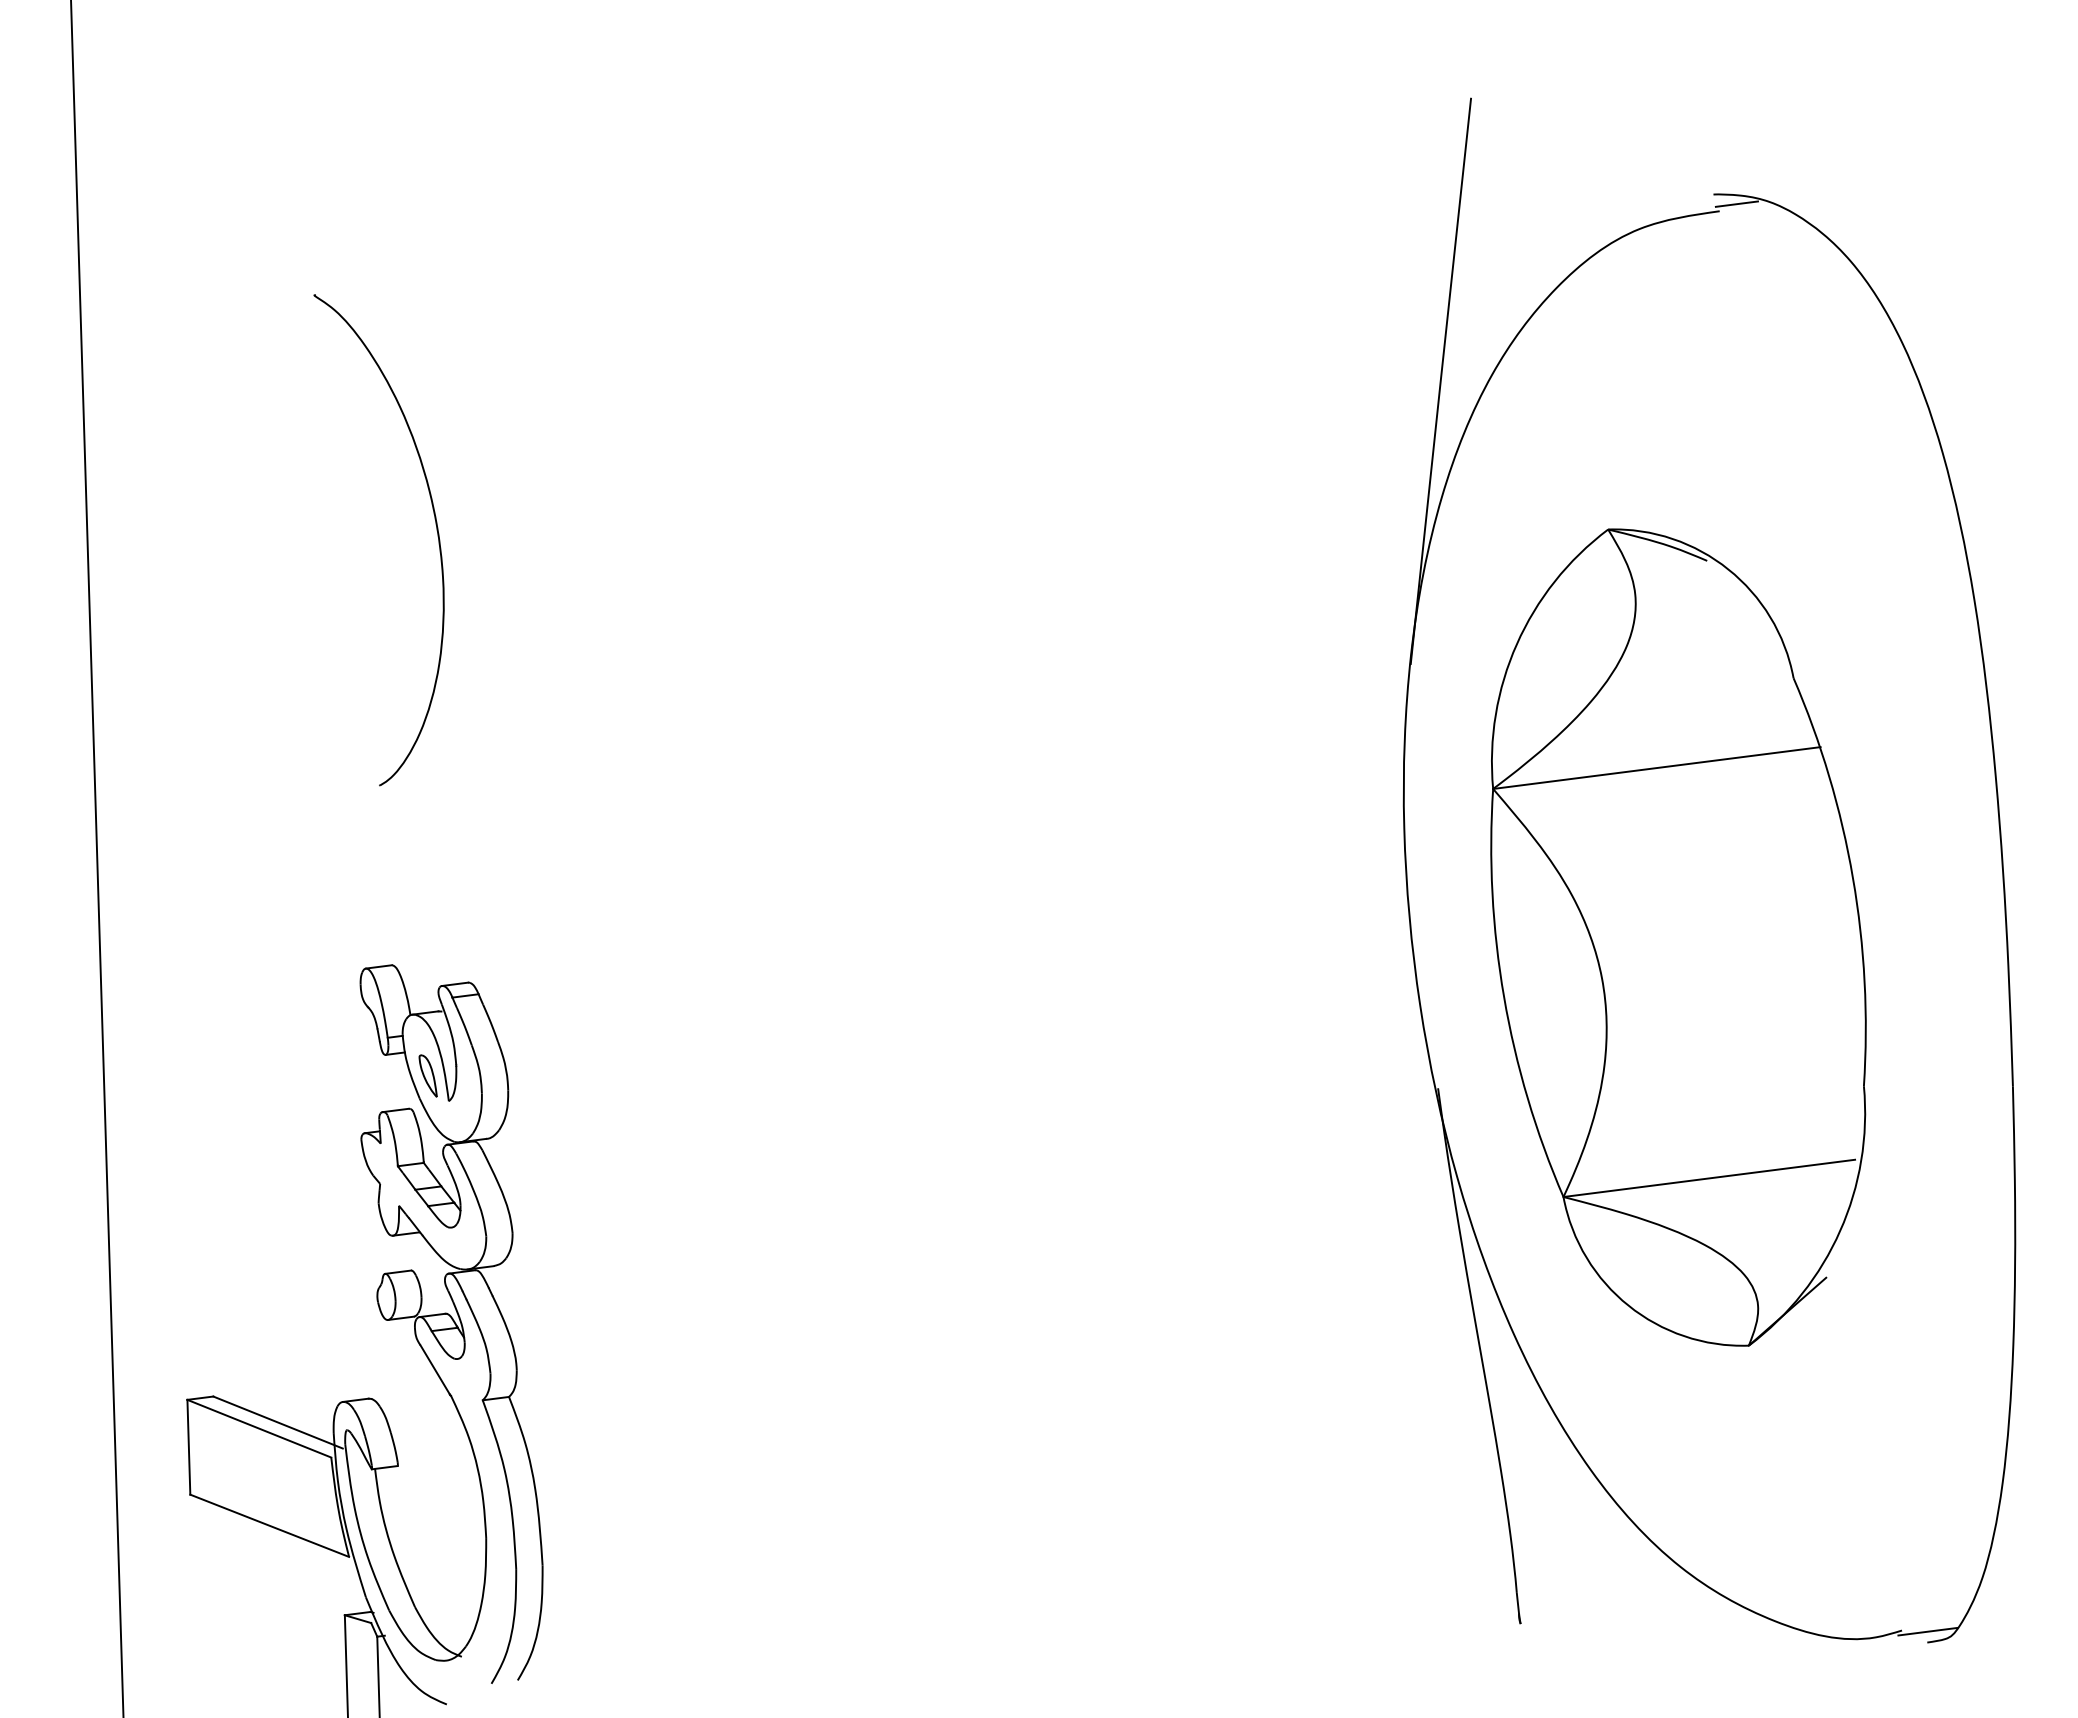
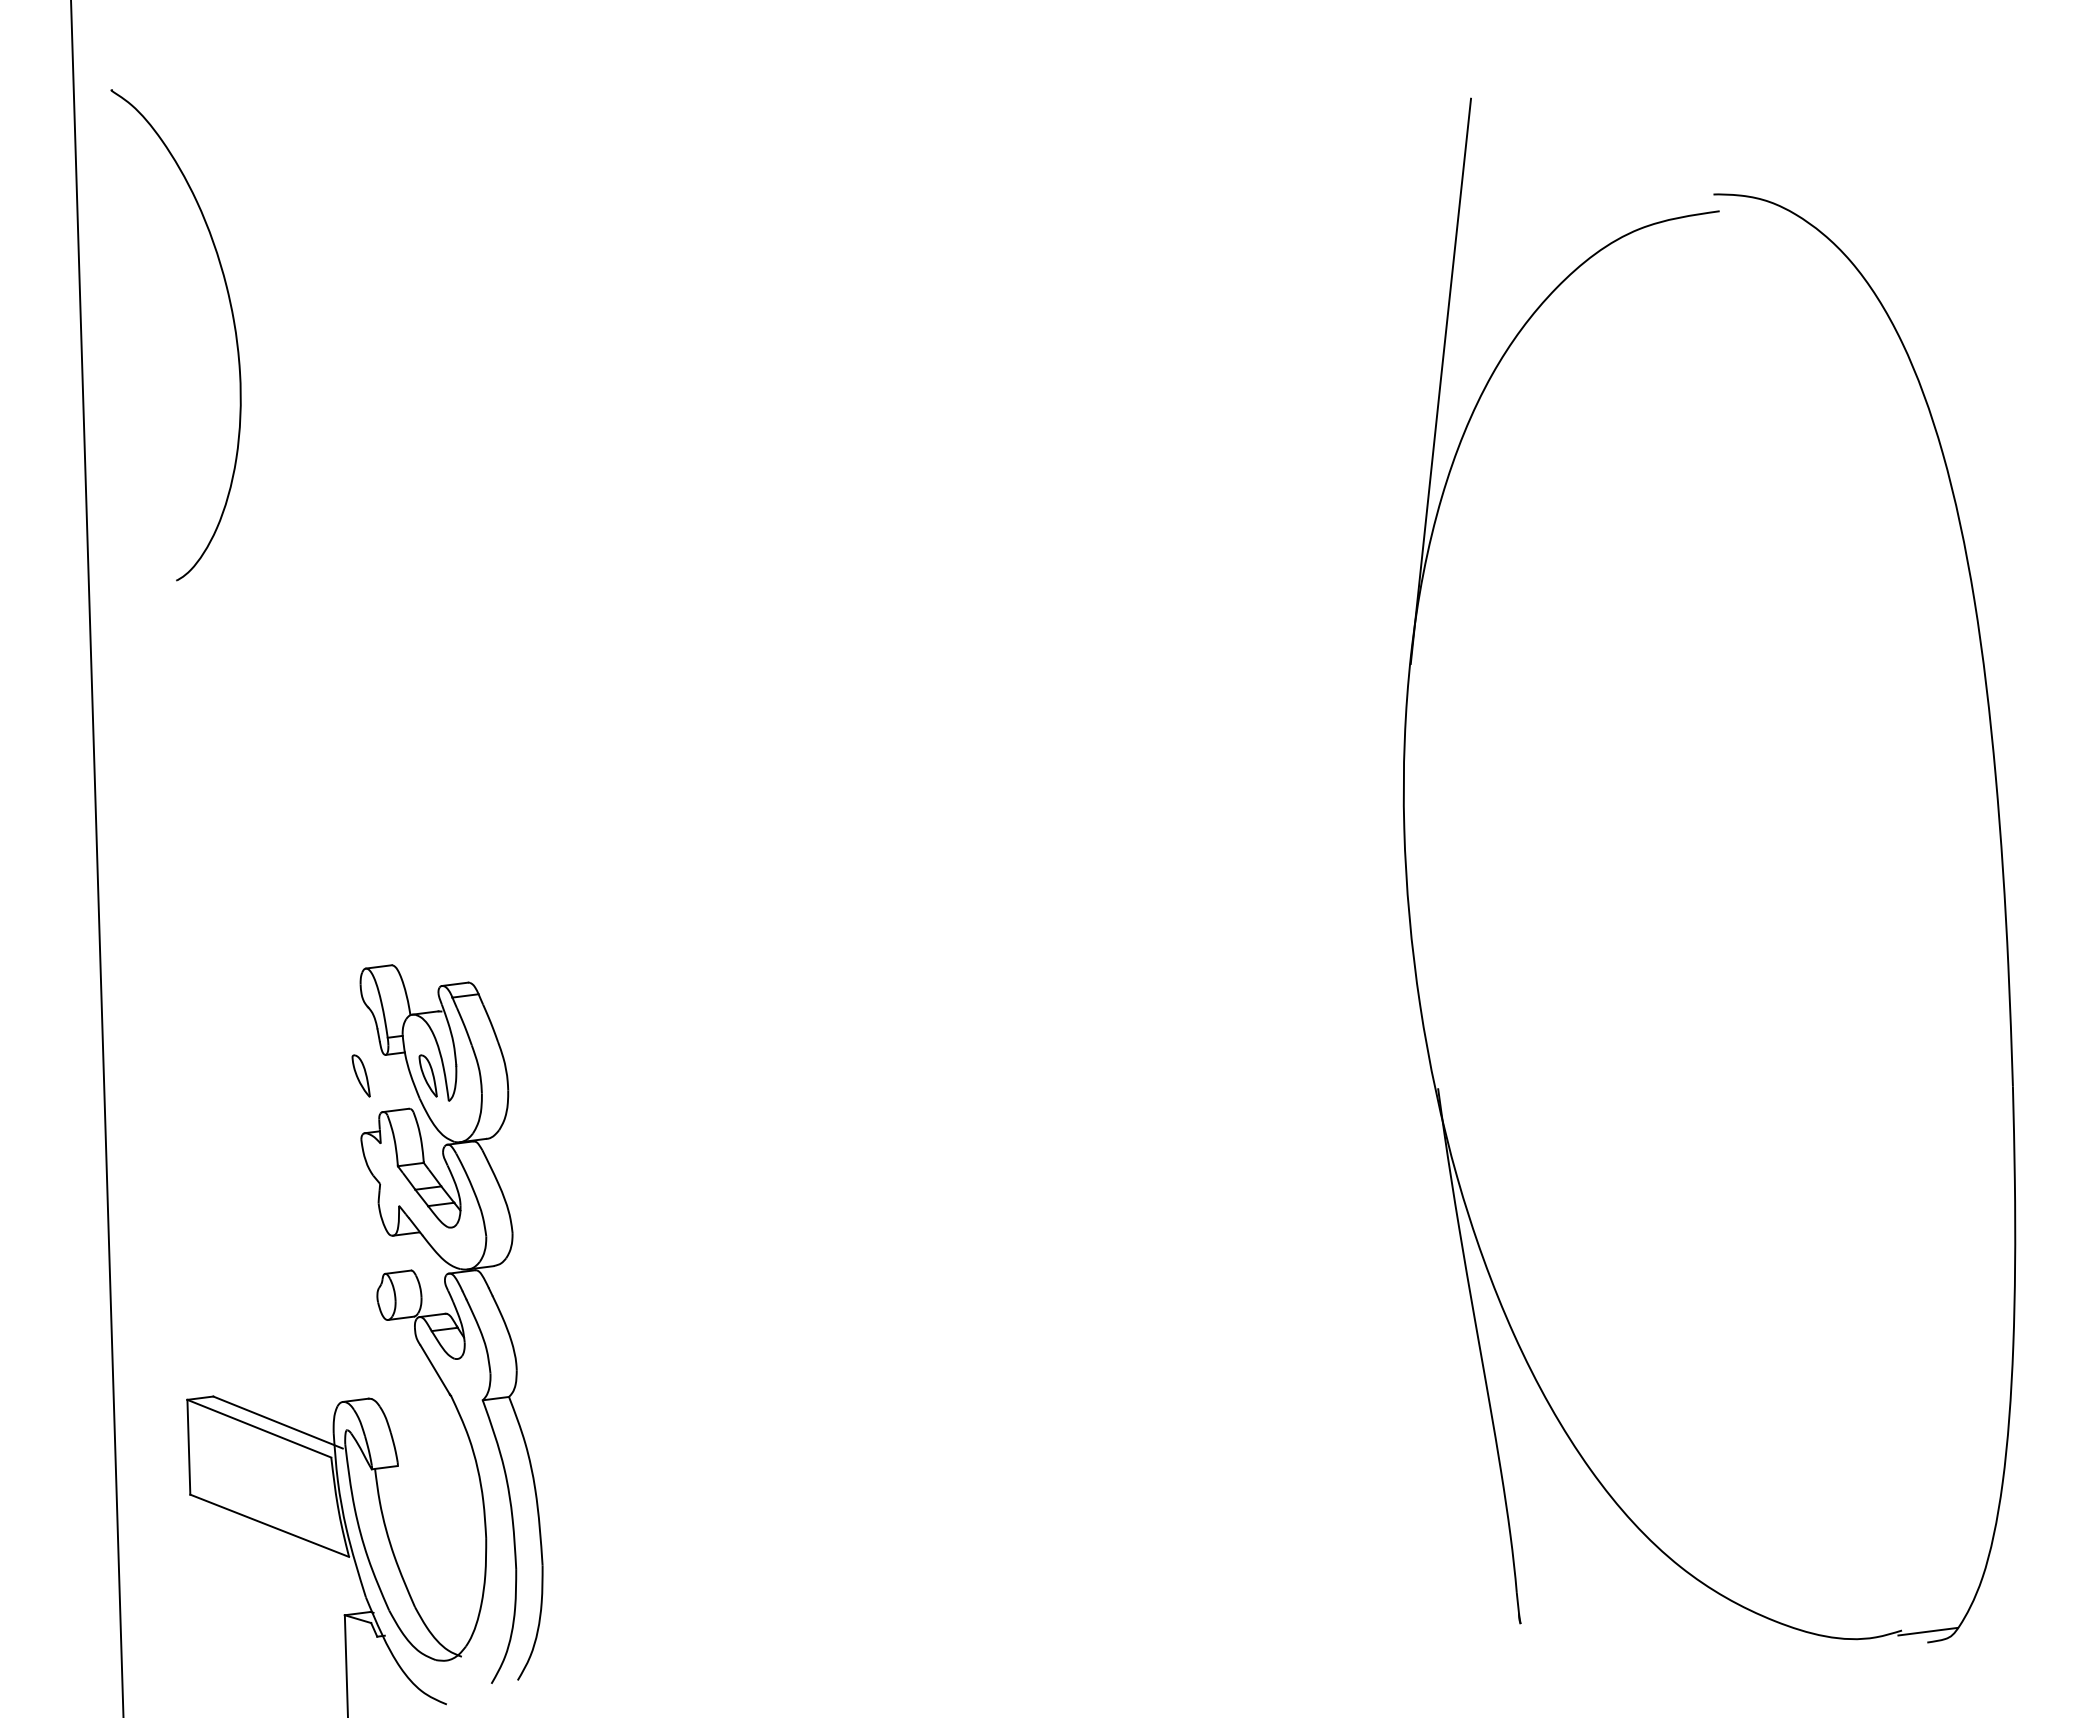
line at (1736, 203): present -> none
curve at (436, 530) position: (436, 530) -> (233, 325)
part at (1678, 937): present -> none
part at (360, 1075): none -> present
line at (378, 1675): present -> none
